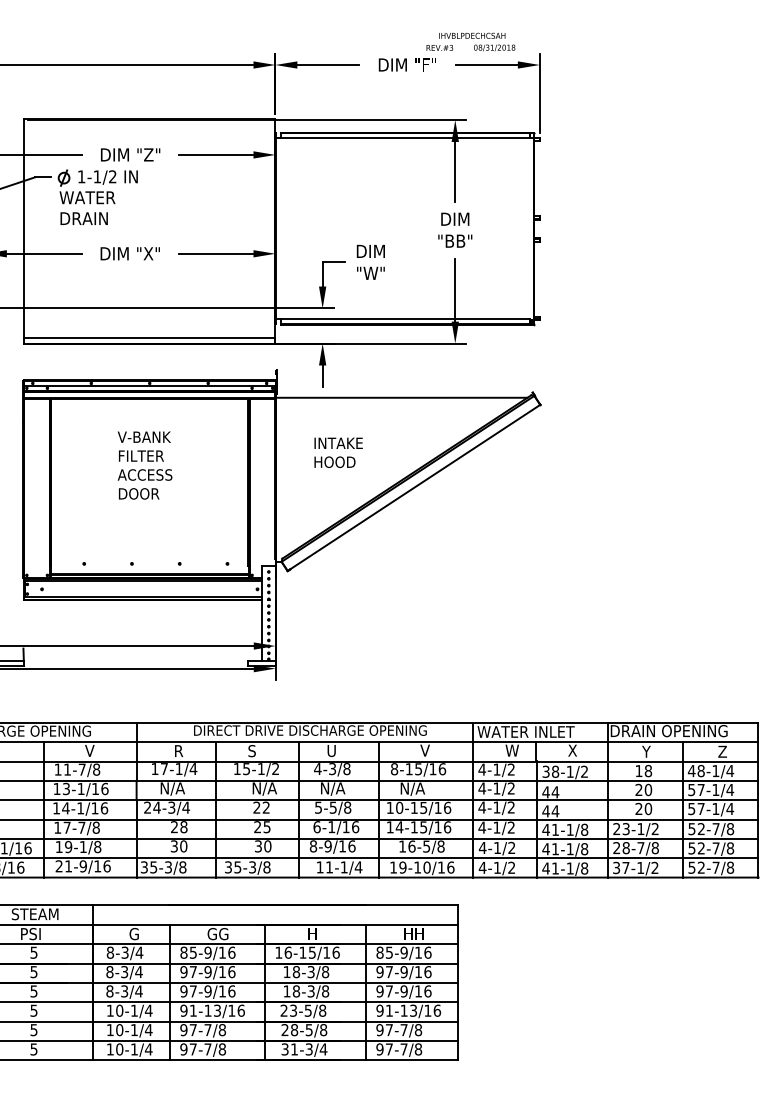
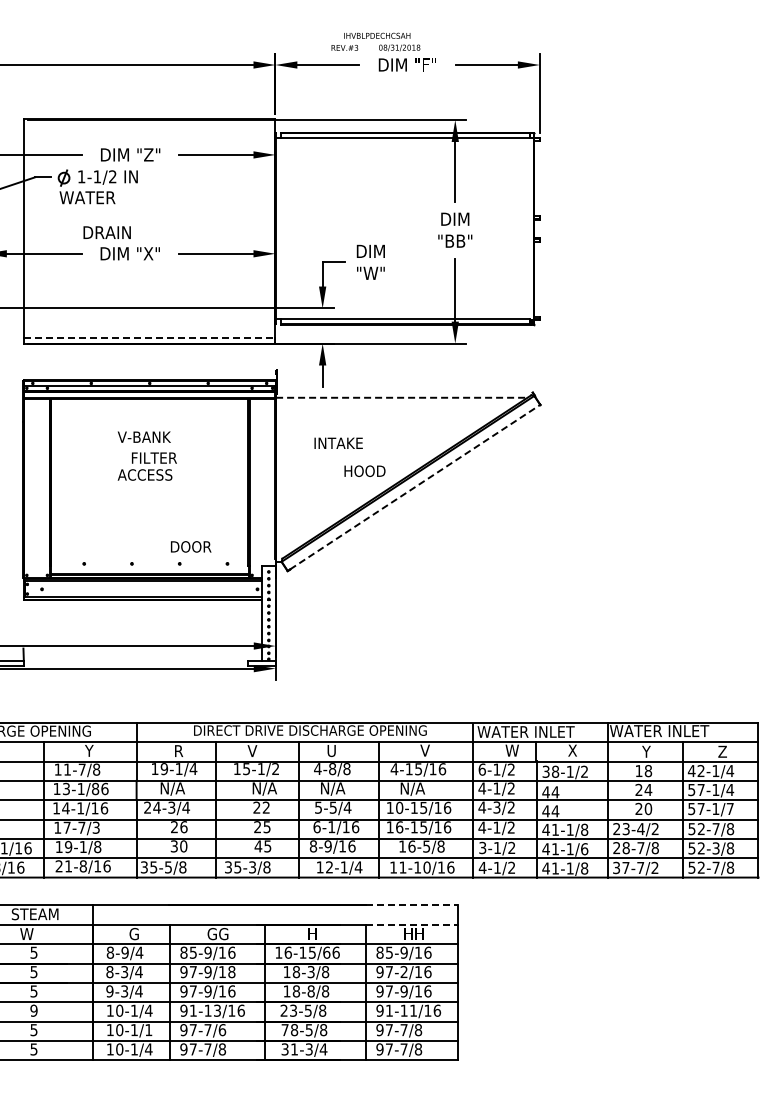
text at (470, 41) position: (470, 41) -> (375, 41)
text at (83, 218) position: (83, 218) -> (106, 232)
line at (149, 338): solid -> dashed
line at (401, 397): solid -> dashed
text at (141, 455) position: (141, 455) -> (154, 457)
text at (334, 461) position: (334, 461) -> (364, 470)
line at (415, 487): solid -> dashed
text at (139, 493) position: (139, 493) -> (191, 546)
text at (668, 731): DRAIN OPENING -> WATER INLET
text at (89, 750): V -> Y
text at (252, 751): S -> V
text at (164, 769): 17-1/4 -> 19-1/4
text at (332, 769): 4-3/8 -> 4-8/8
text at (394, 769): 8-15/16 -> 4-15/16
text at (482, 769): 4-1/2 -> 6-1/2
text at (700, 771): 48-1/4 -> 42-1/4
text at (95, 788): 13-1/16 -> 13-1/86
text at (648, 789): 20 -> 24
text at (347, 807): 5-5/8 -> 5-5/4
text at (496, 807): 4-1/2 -> 4-3/2
text at (730, 808): 57-1/4 -> 57-1/7
text at (183, 826): 28 -> 26
text at (95, 827): 17-7/8 -> 17-7/3
text at (399, 827): 14-15/16 -> 16-15/16
text at (640, 829): 23-1/2 -> 23-4/2
text at (262, 846): 30 -> 45
text at (482, 847): 4-1/2 -> 3-1/2
text at (715, 848): 52-7/8 -> 52-3/8
text at (584, 849): 41-1/8 -> 41-1/6
text at (82, 866): 21-9/16 -> 21-8/16
text at (168, 866): 35-3/8 -> 35-5/8
text at (329, 867): 11-1/4 -> 12-1/4
text at (402, 867): 19-10/16 -> 11-10/16
text at (640, 867): 37-1/2 -> 37-7/2
line at (412, 905): solid -> dashed
line at (412, 924): solid -> dashed
text at (30, 933): PSI -> W
text at (124, 952): 8-3/4 -> 8-9/4
text at (326, 952): 16-15/16 -> 16-15/66
text at (231, 971): 97-9/16 -> 97-9/18
text at (403, 972): 97-9/16 -> 97-2/16
text at (109, 991): 8-3/4 -> 9-3/4
text at (310, 991): 18-3/8 -> 18-8/8
text at (33, 1010): 5 -> 9
text at (413, 1010): 91-13/16 -> 91-11/16
text at (148, 1030): 10-1/4 -> 10-1/1
text at (222, 1030): 97-7/8 -> 97-7/6
text at (284, 1030): 28-5/8 -> 78-5/8
